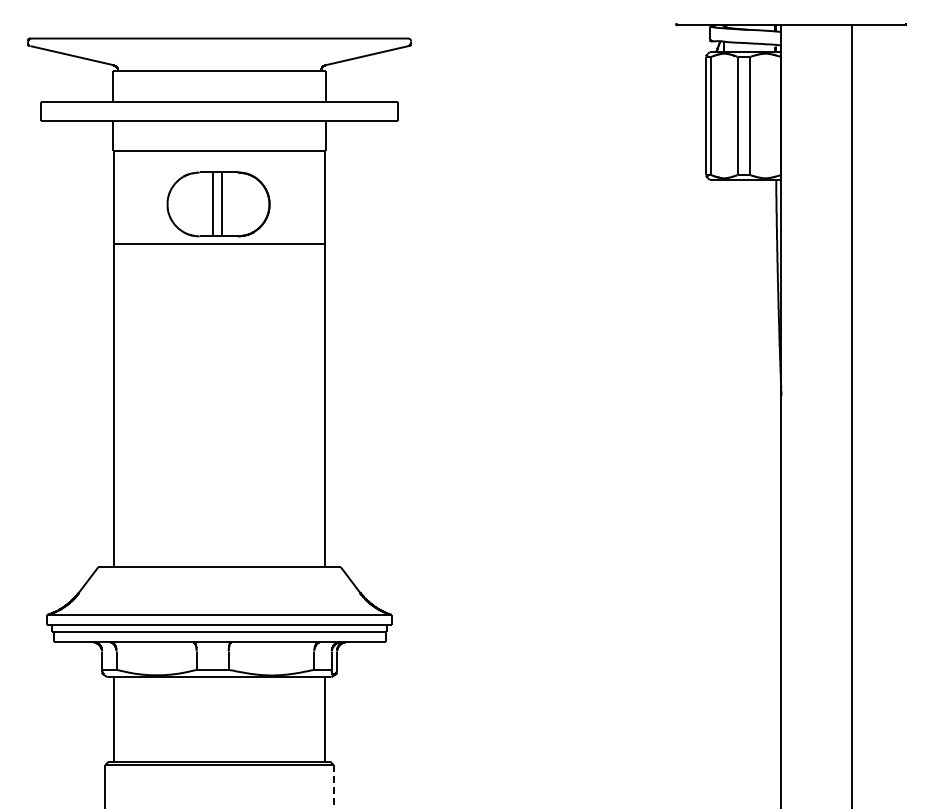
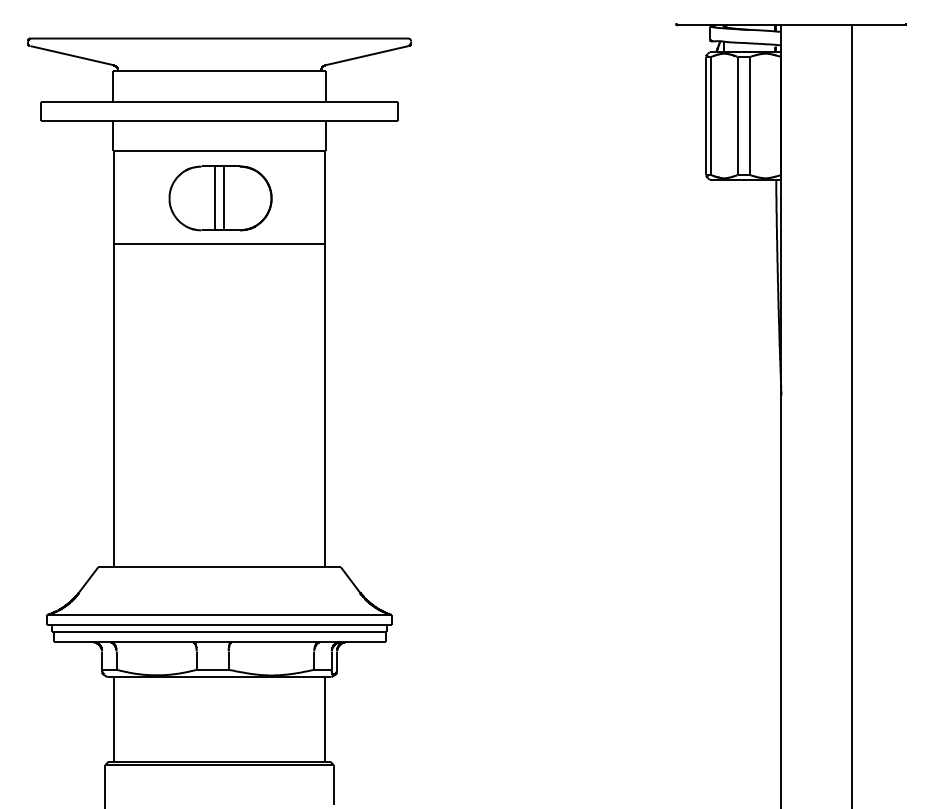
part at (218, 204) position: (218, 204) -> (220, 198)
line at (333, 784): dashed -> solid
